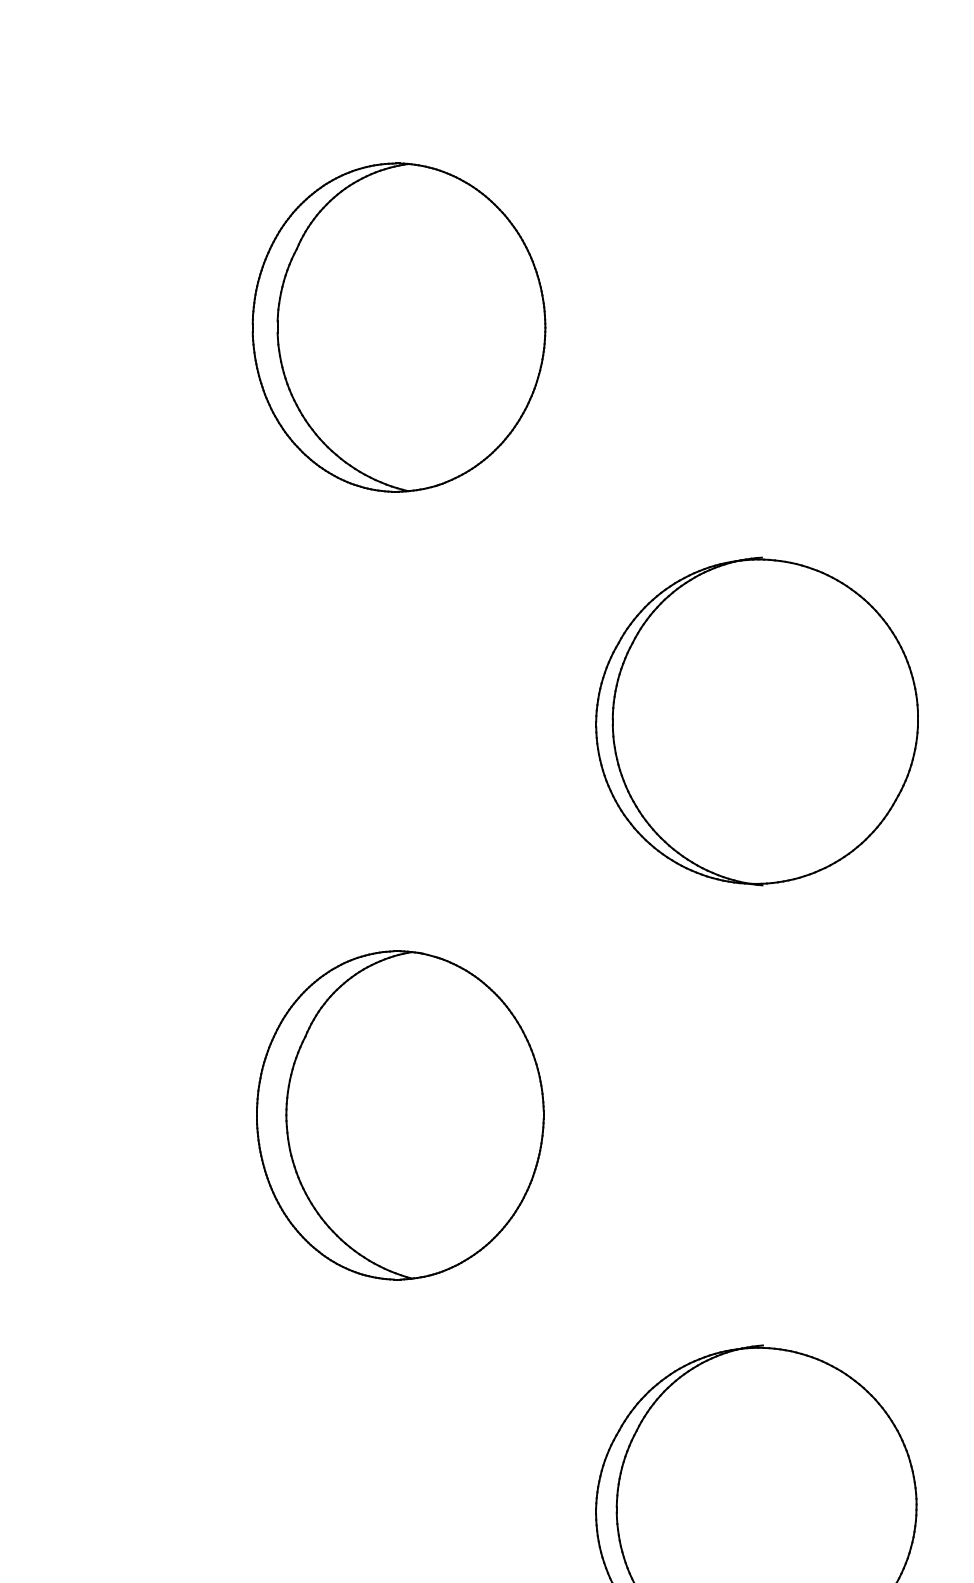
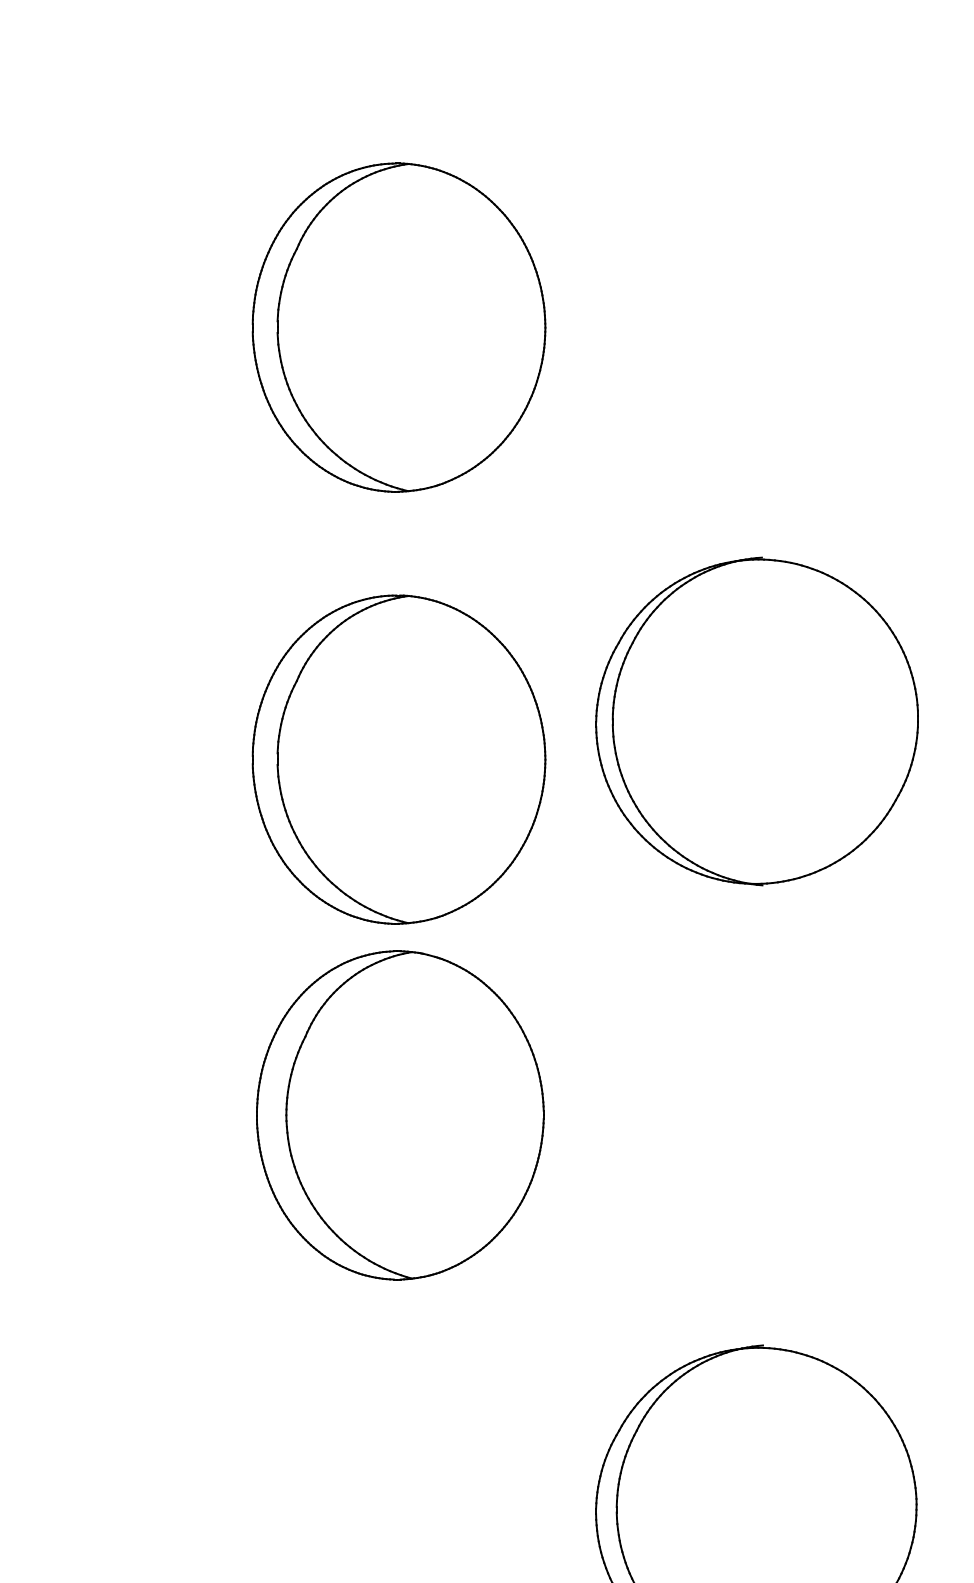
part at (398, 759): none -> present
